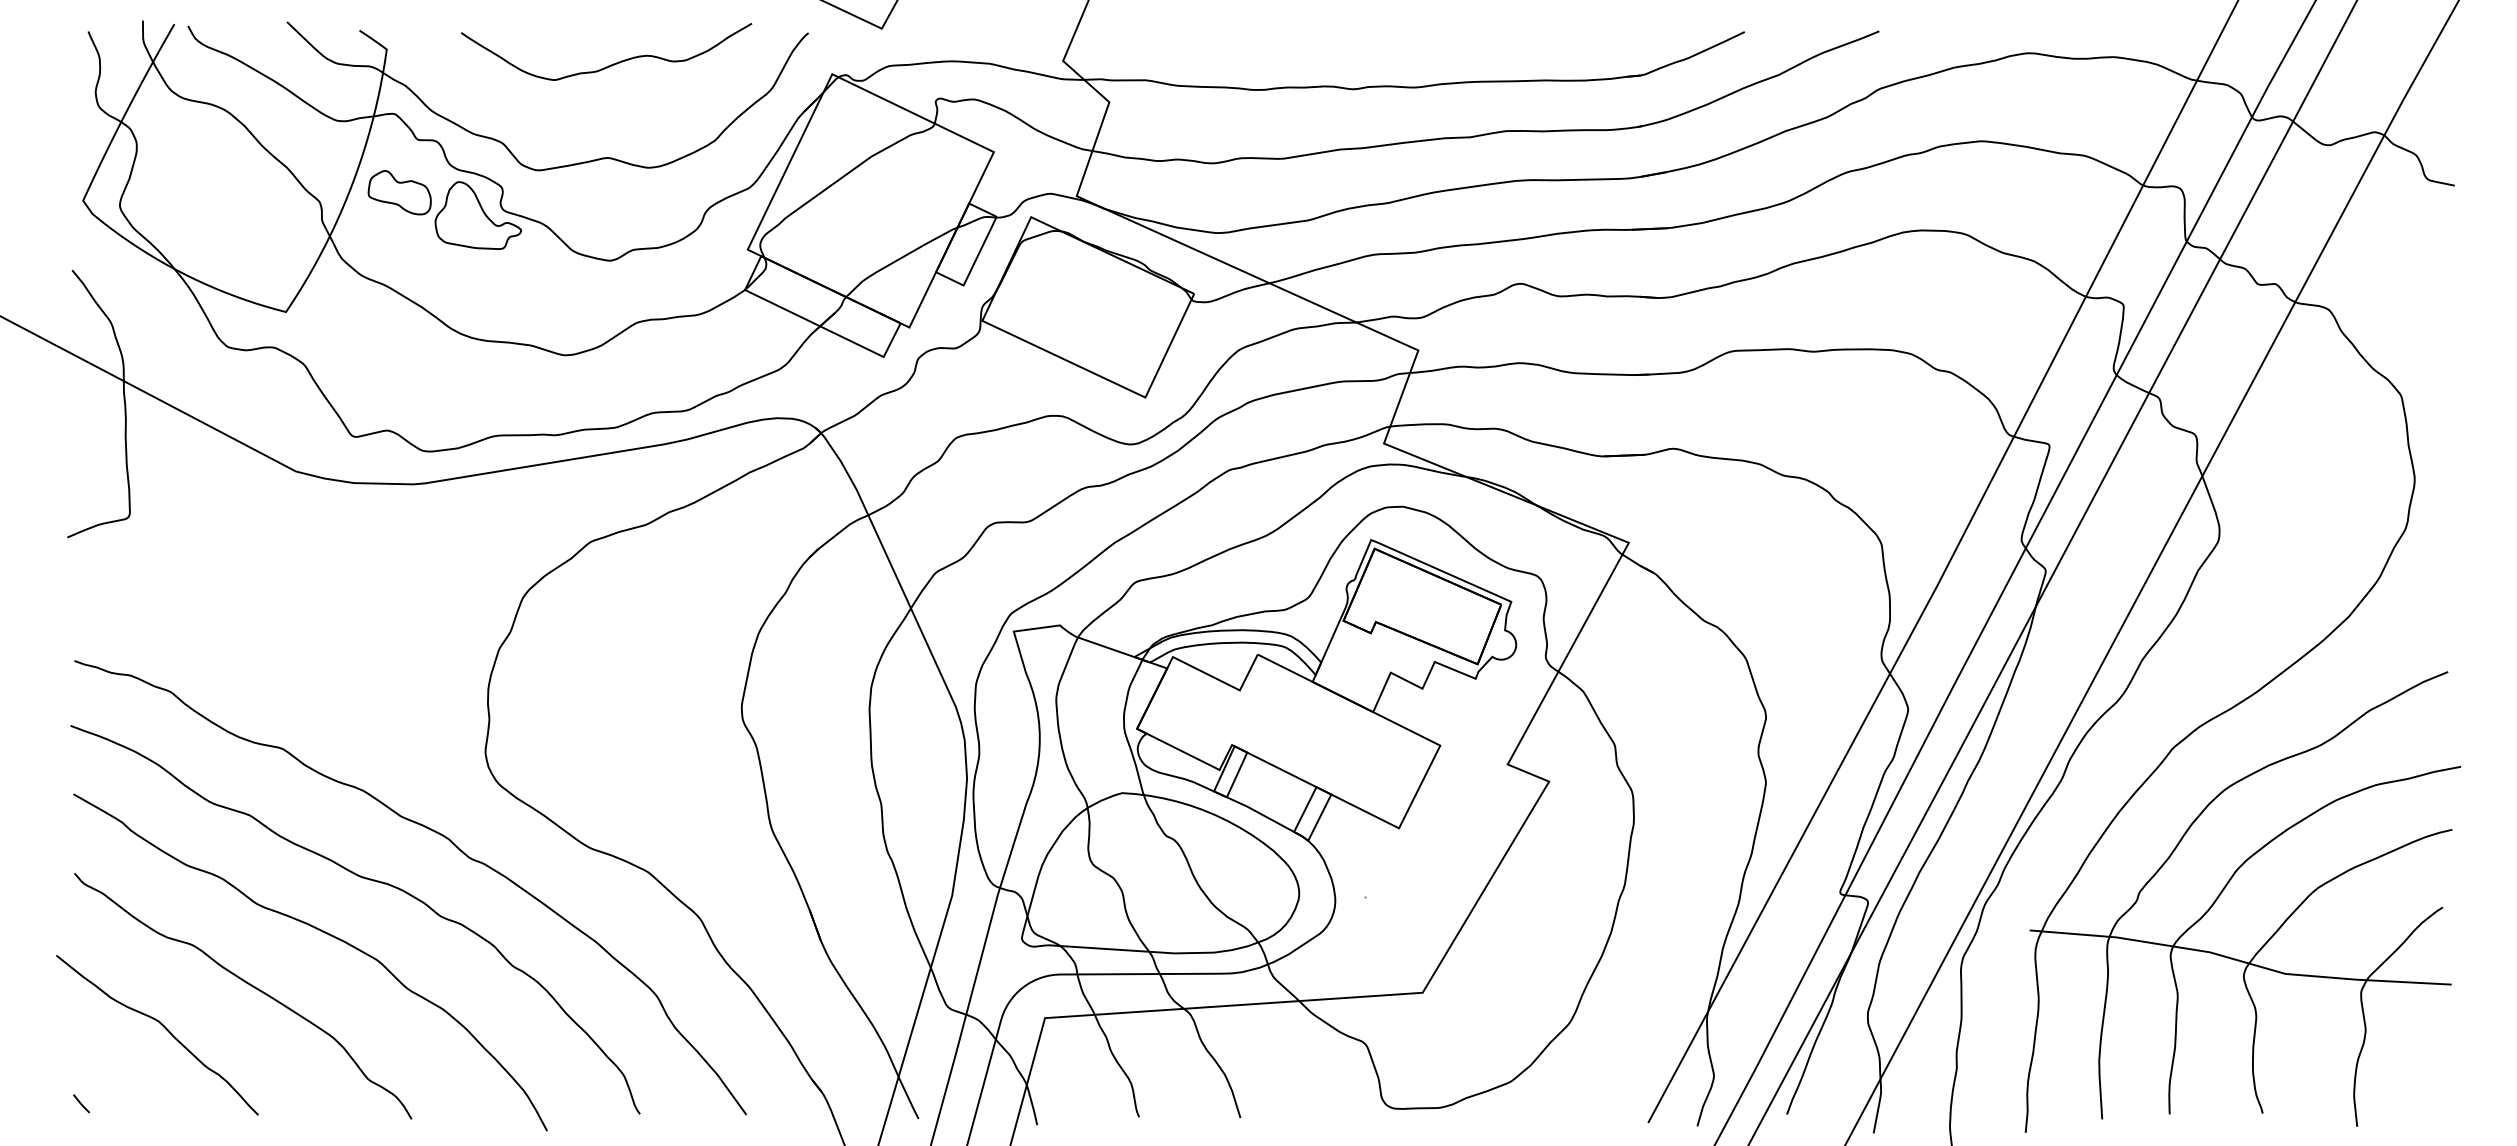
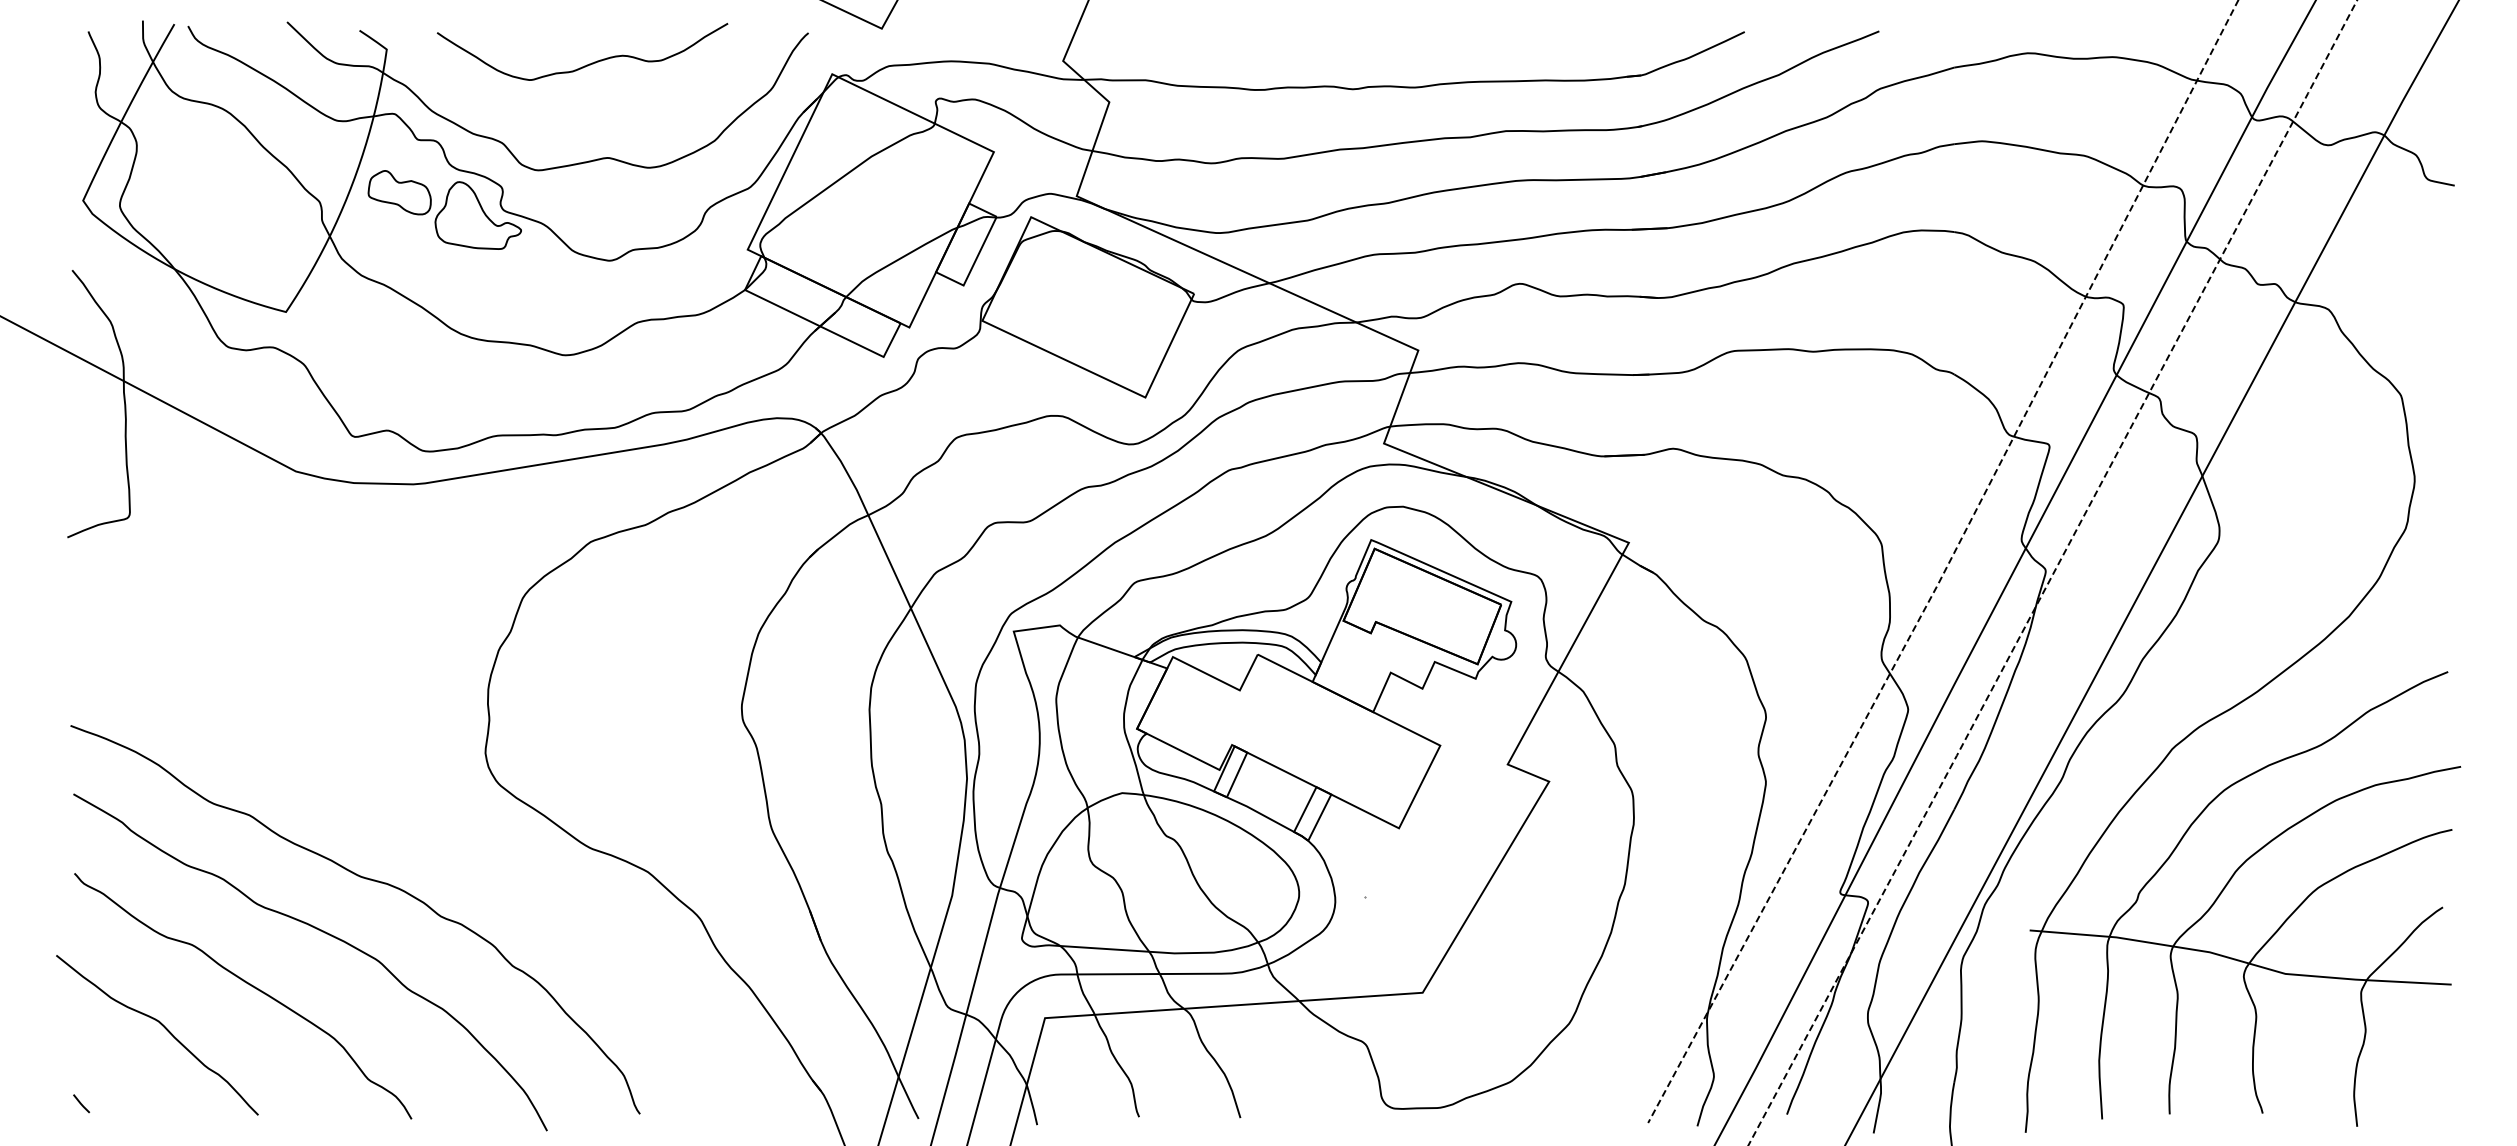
curve at (610, 64) position: (610, 64) -> (586, 64)
line at (1948, 564): solid -> dashed
line at (2053, 573): solid -> dashed
curve at (436, 833): present -> none
